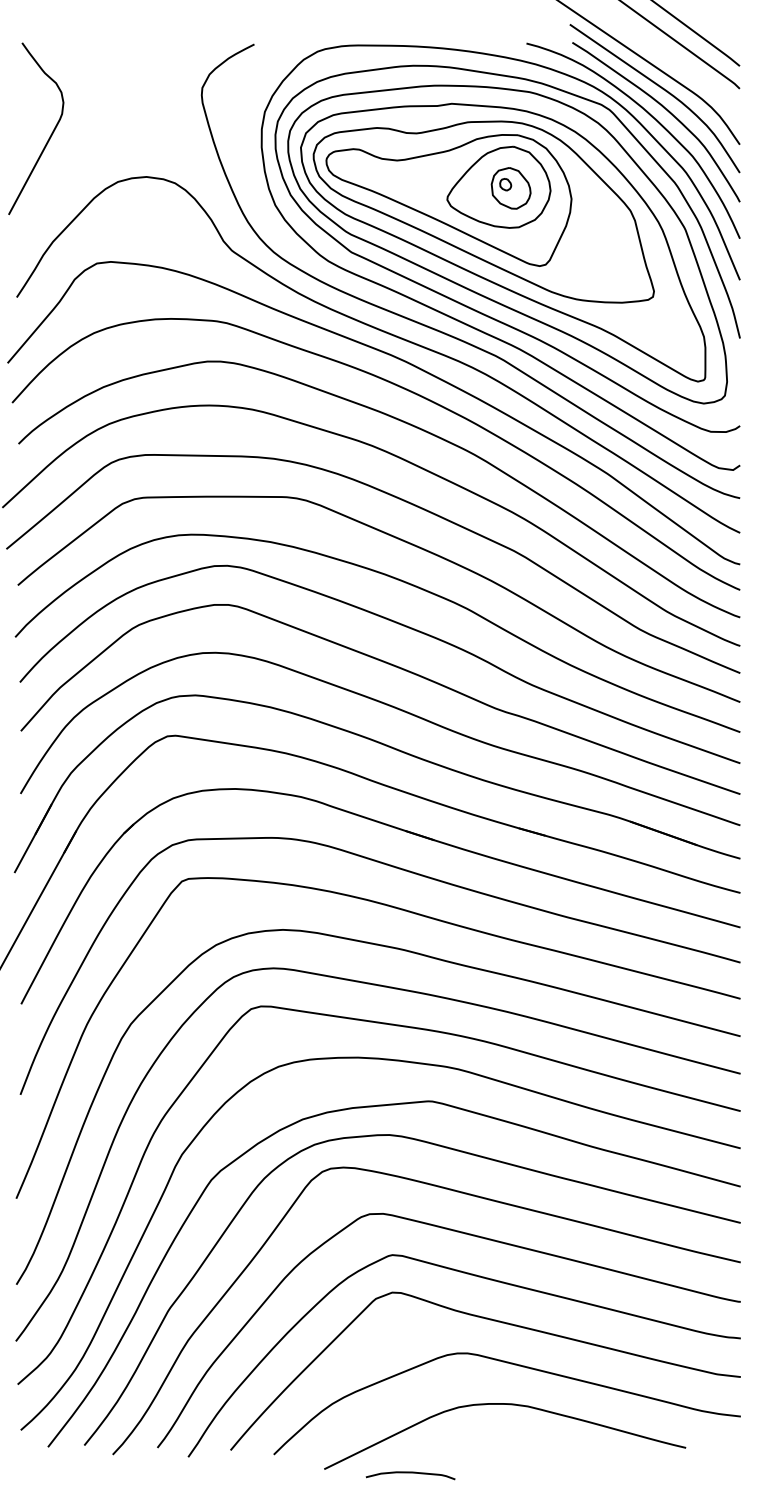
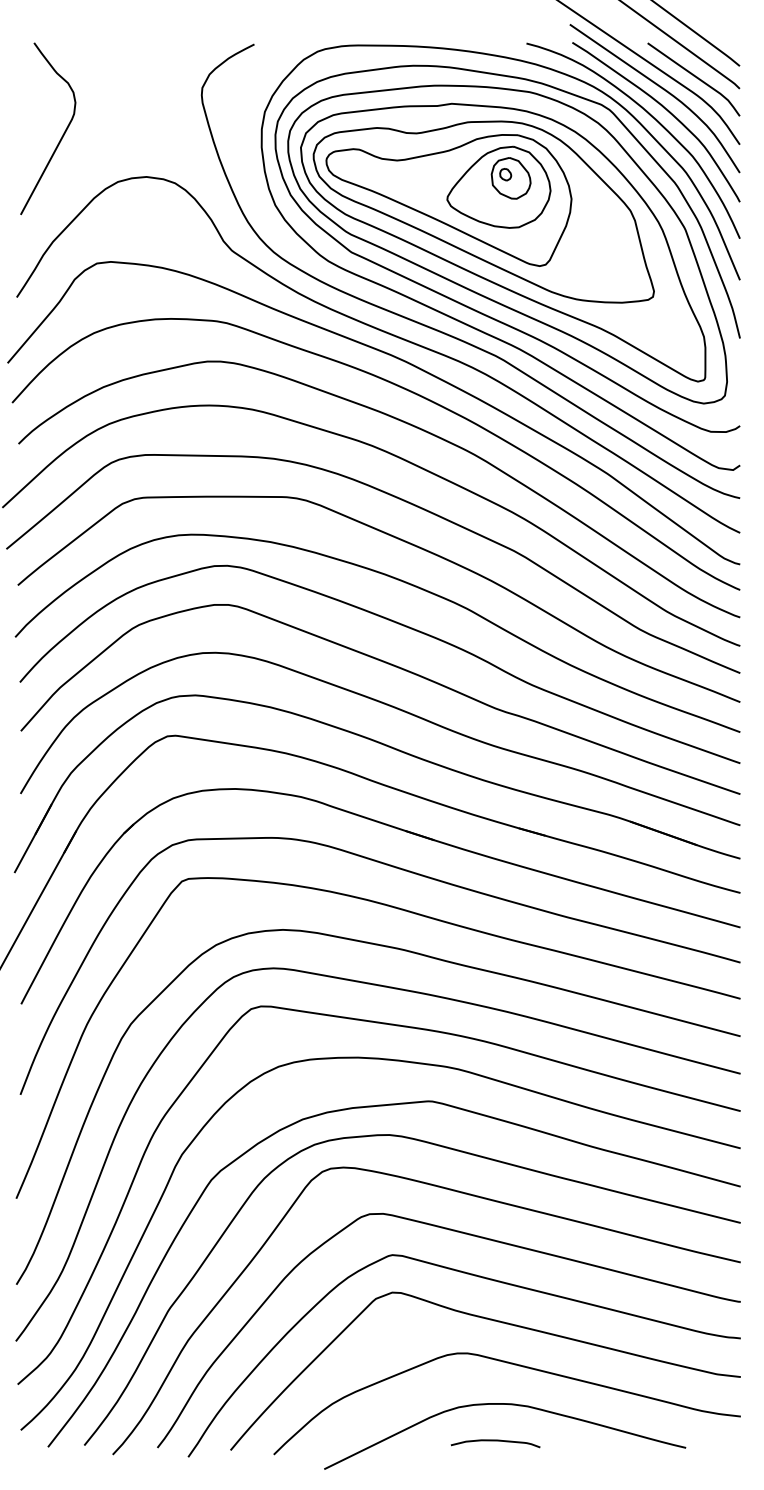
curve at (695, 77): none -> present
curve at (50, 134) position: (50, 134) -> (62, 134)
part at (510, 188) position: (510, 188) -> (510, 178)
curve at (410, 1473) position: (410, 1473) -> (495, 1441)
